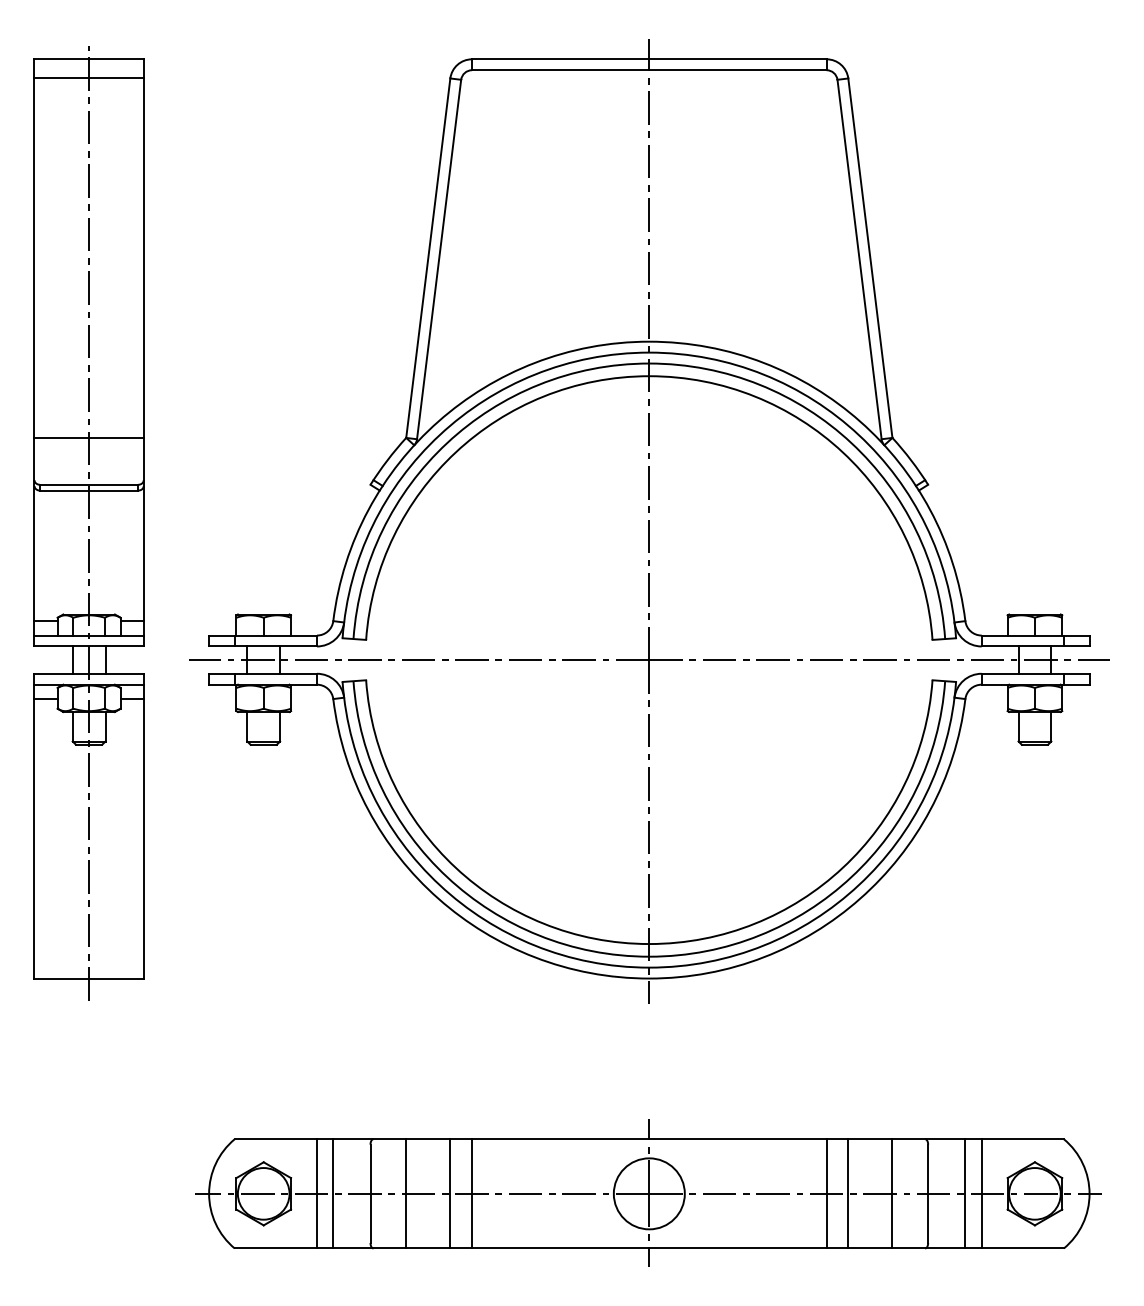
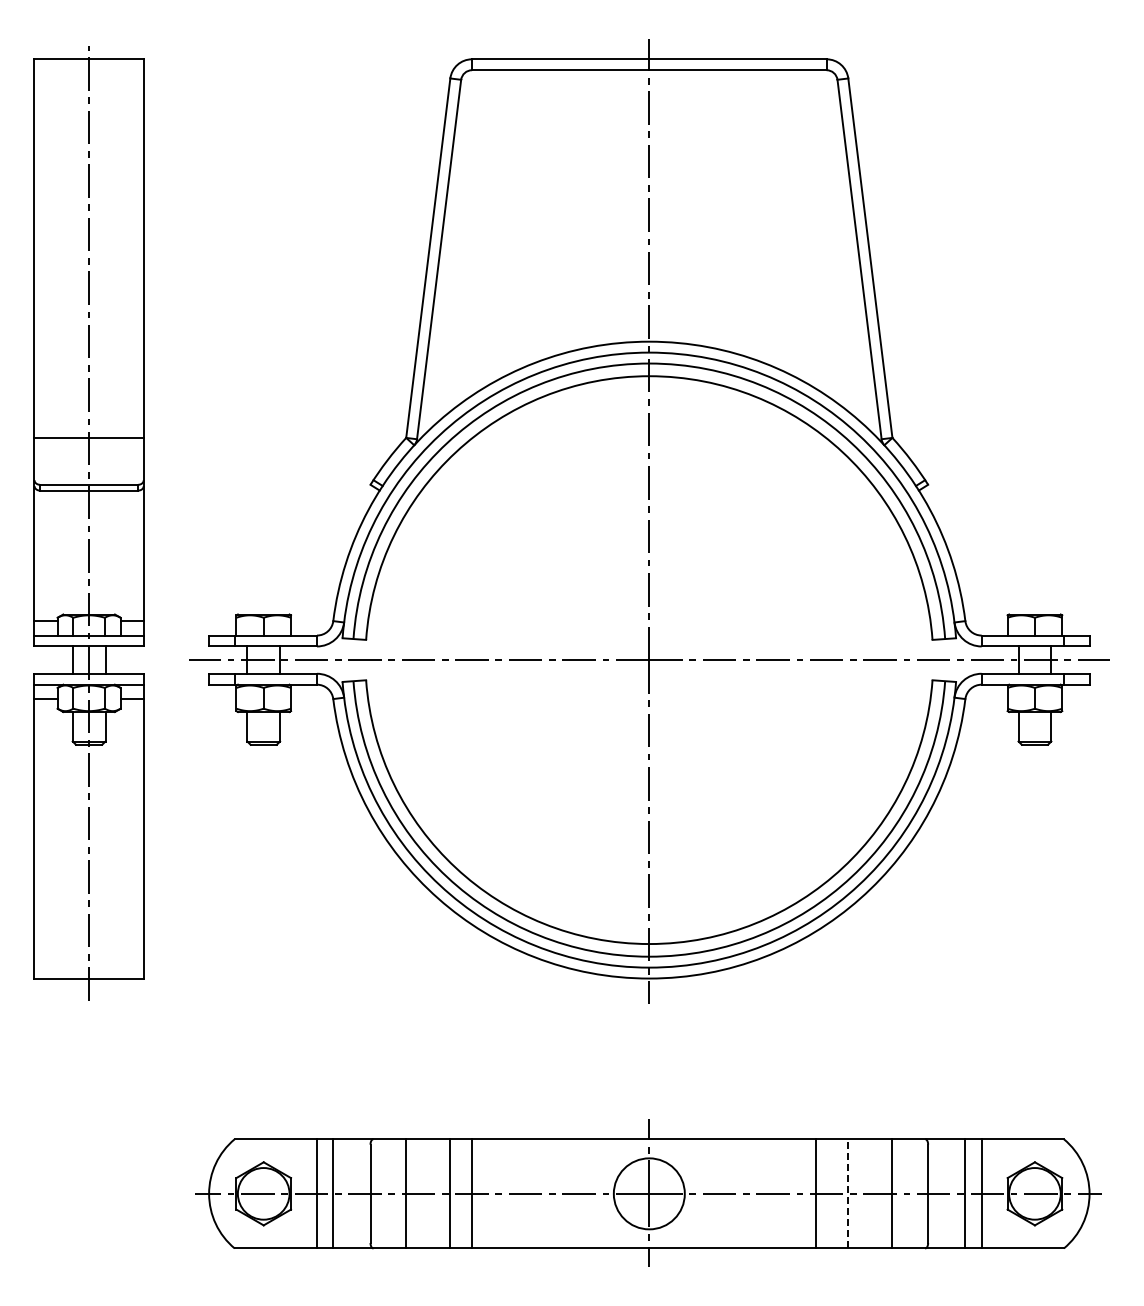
line at (88, 78): present -> none
line at (826, 1193) position: (826, 1193) -> (815, 1193)
line at (848, 1193): solid -> dashed
